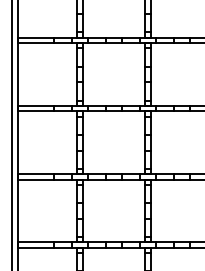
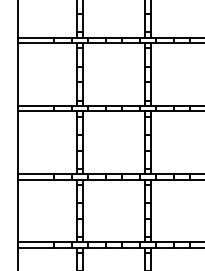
line at (12, 134): present -> none
